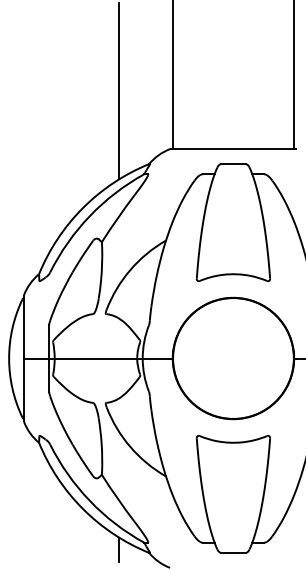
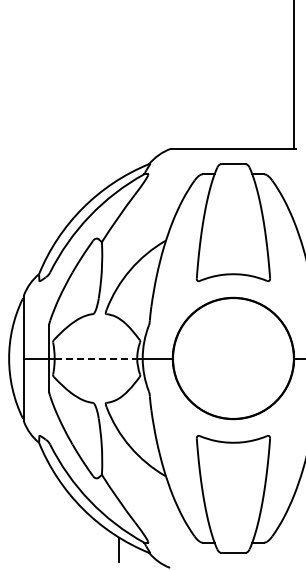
line at (173, 75): present -> none
line at (119, 90): present -> none
line at (96, 358): solid -> dashed
